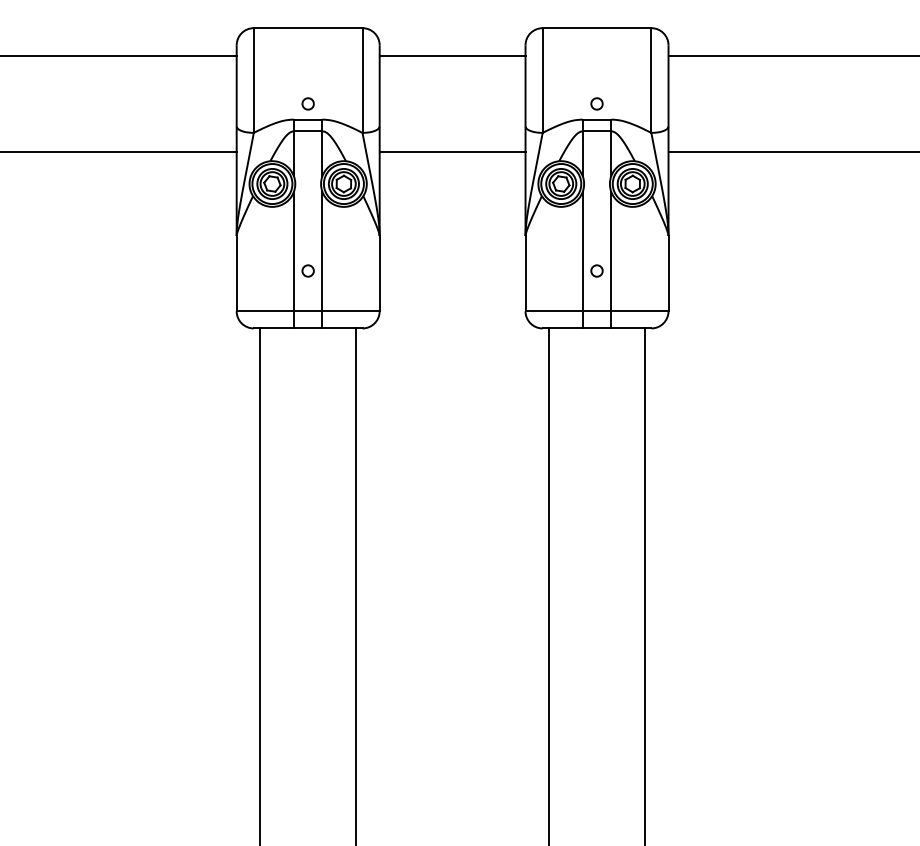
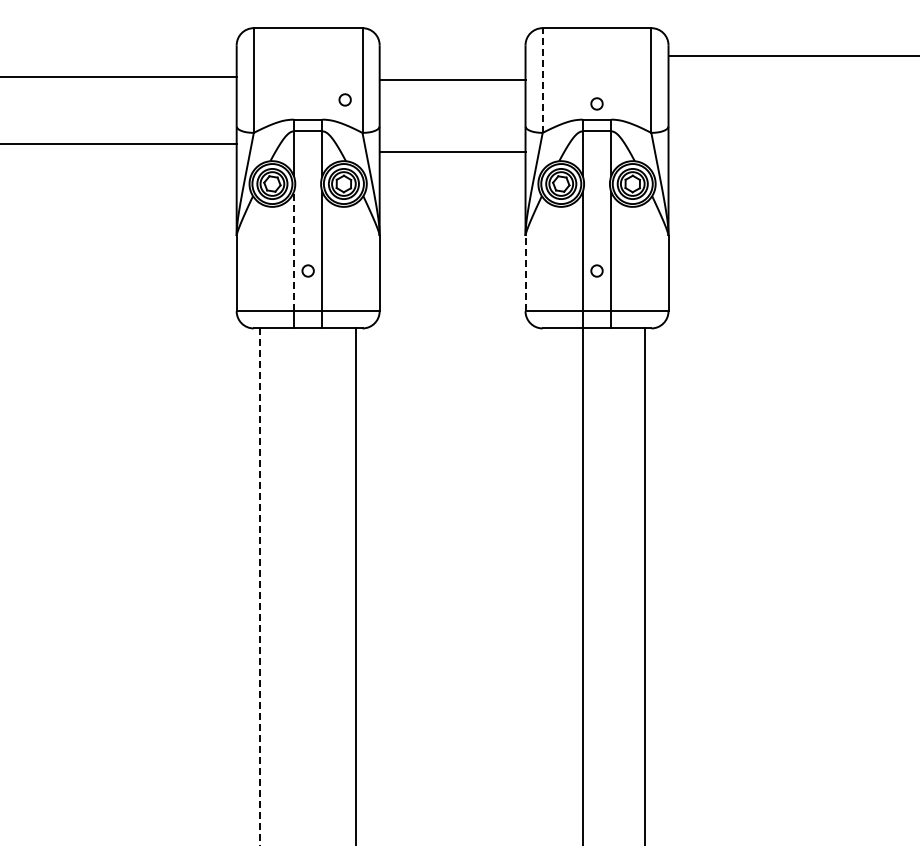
line at (119, 55) position: (119, 55) -> (119, 76)
line at (452, 55) position: (452, 55) -> (452, 79)
line at (542, 80): solid -> dashed
part at (307, 103) position: (307, 103) -> (344, 99)
line at (119, 152) position: (119, 152) -> (119, 144)
line at (792, 152): present -> none
line at (293, 251): solid -> dashed
line at (525, 273): solid -> dashed
line at (548, 585) position: (548, 585) -> (582, 585)
line at (259, 587): solid -> dashed
